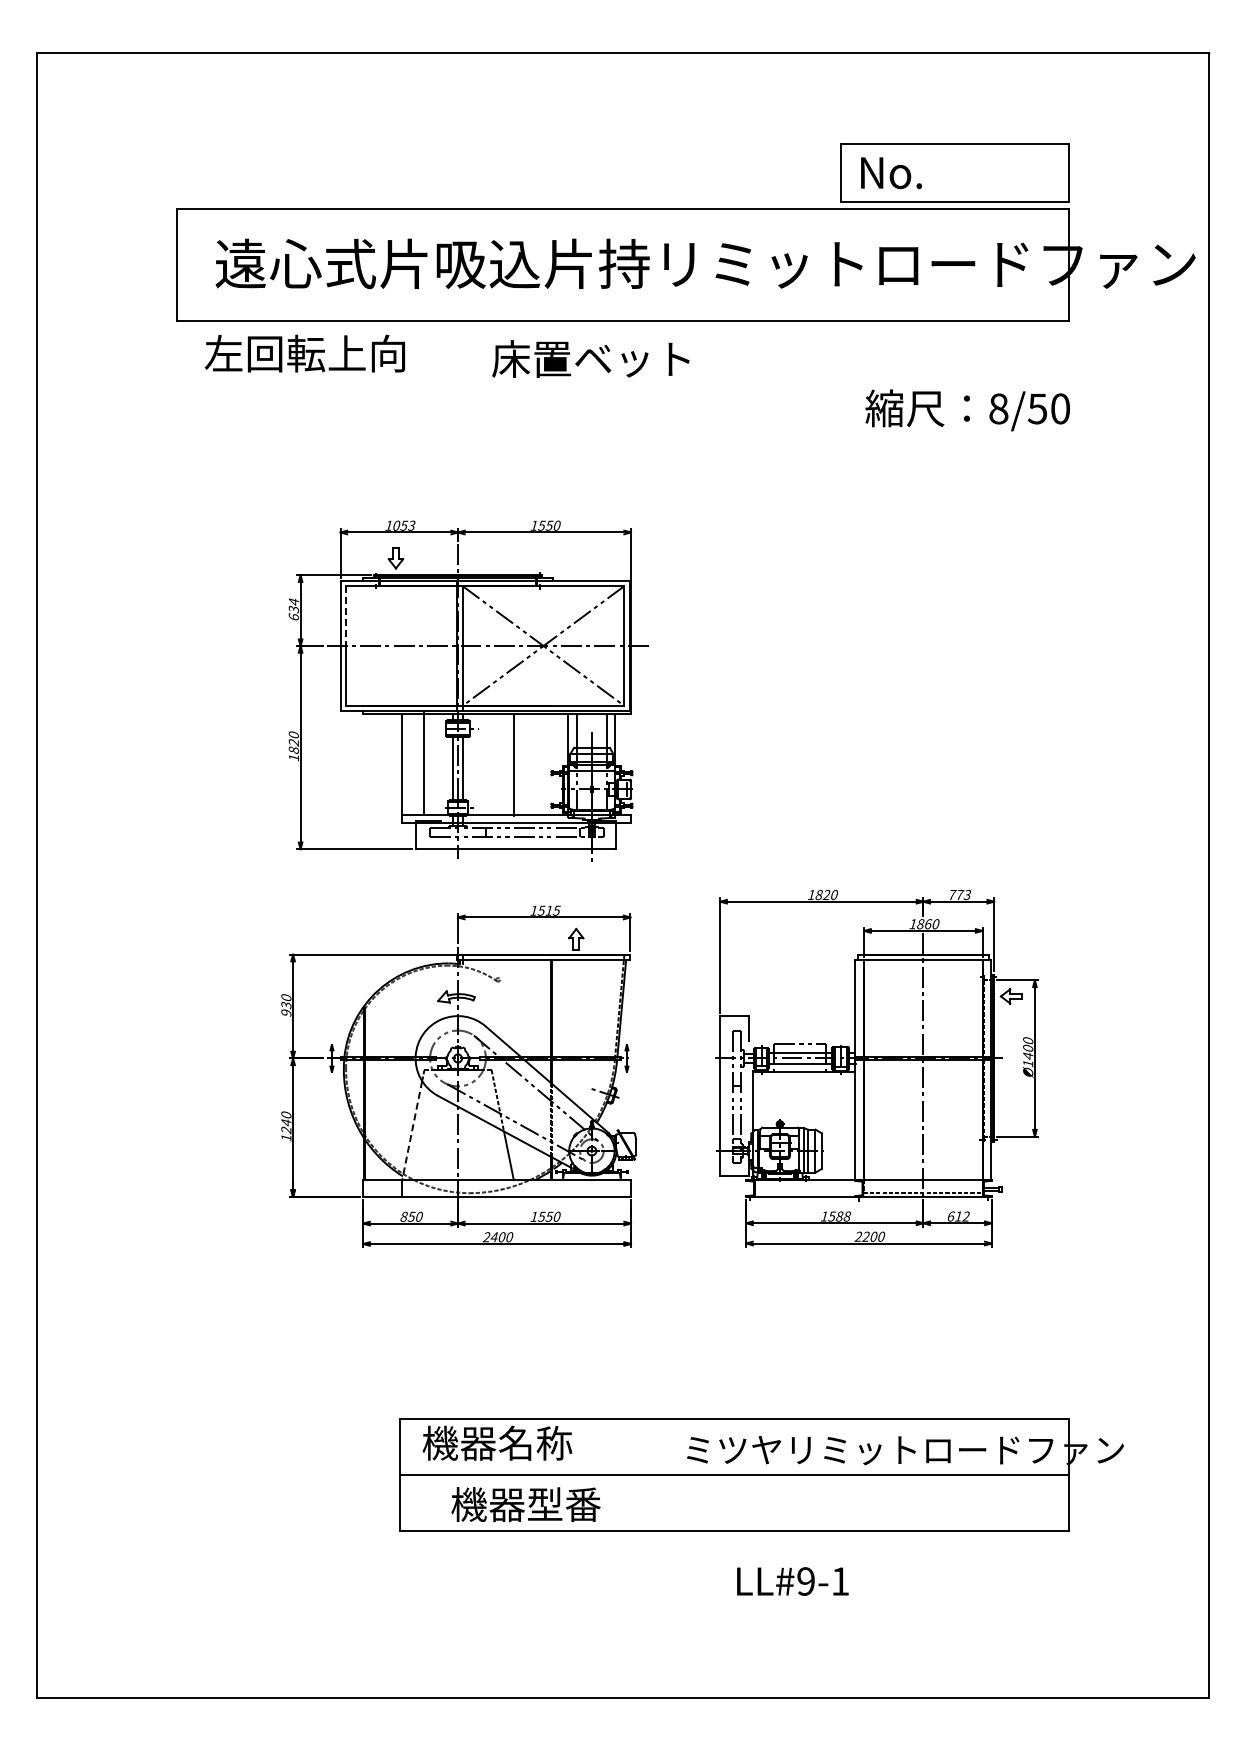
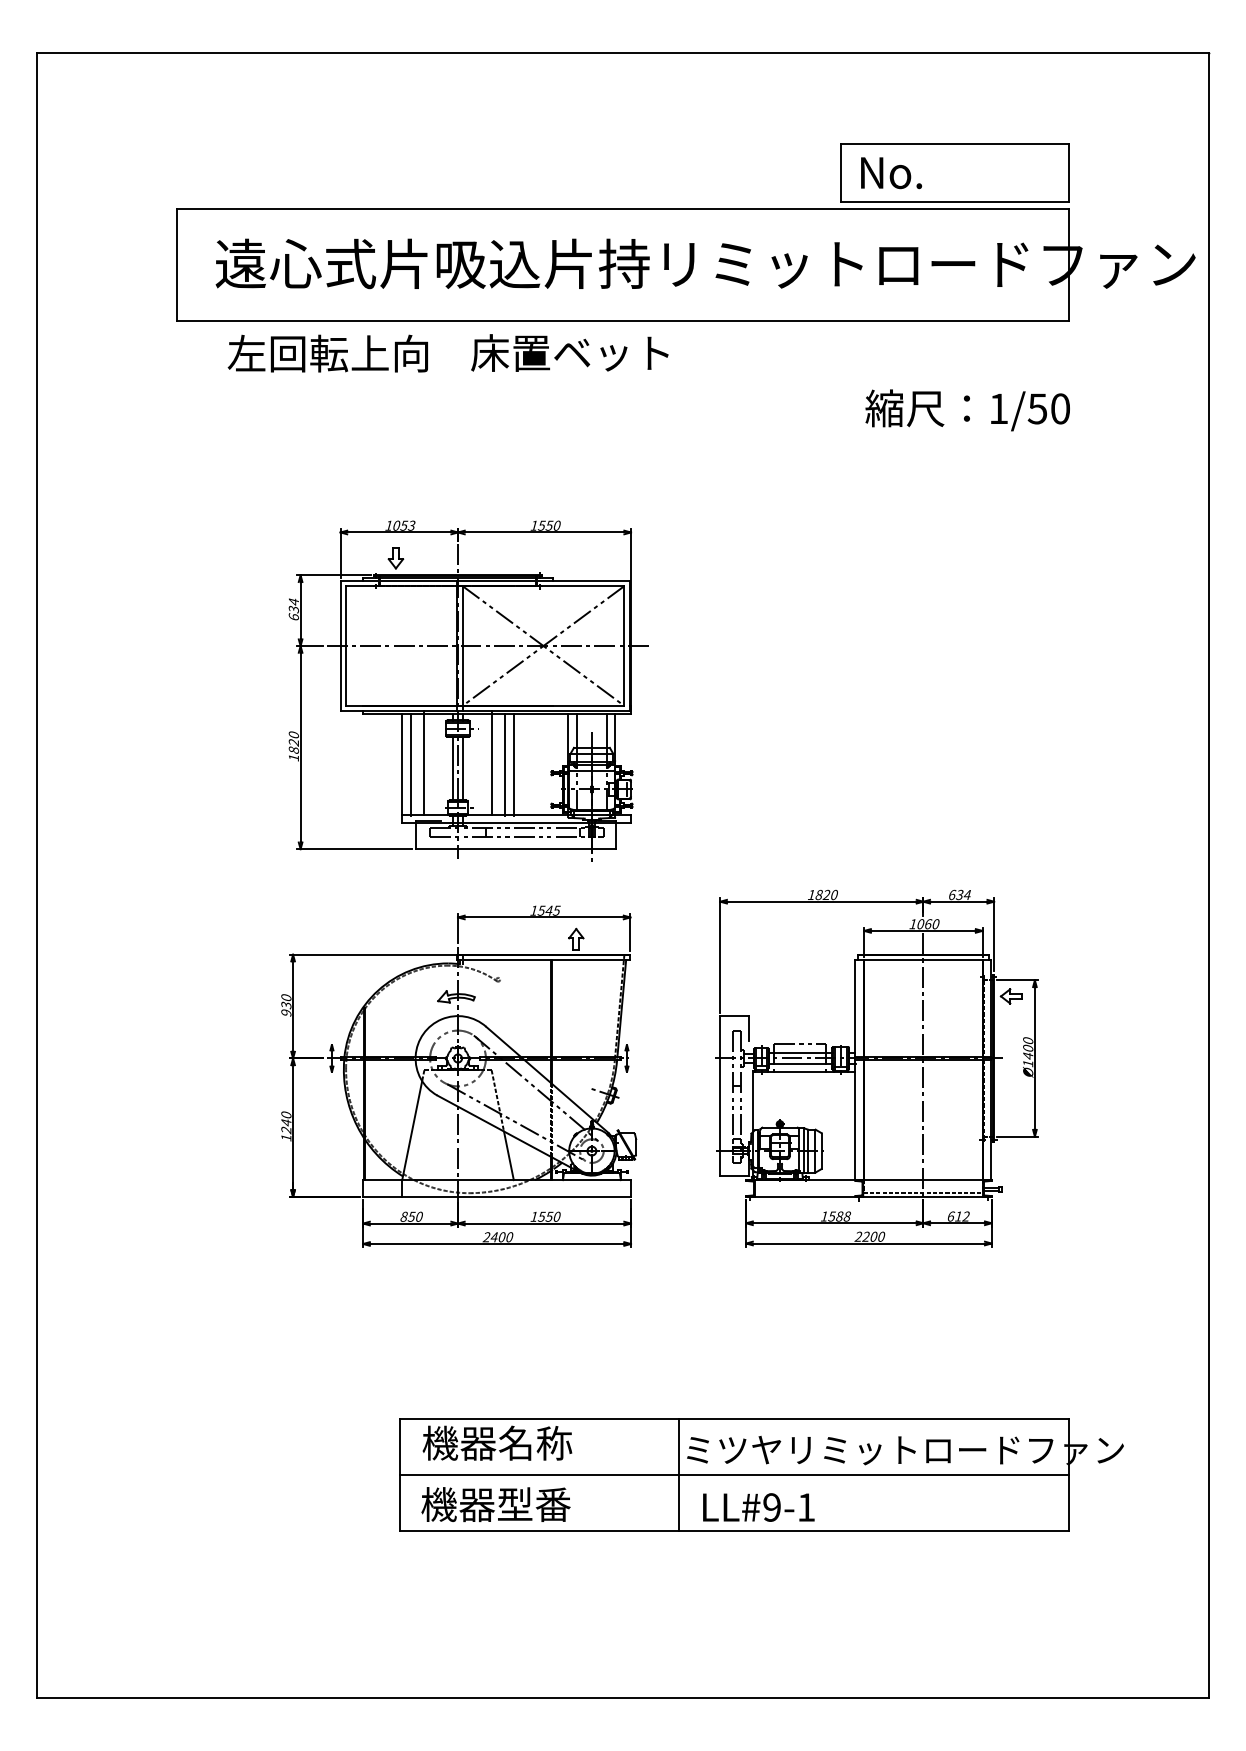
text at (304, 353) position: (304, 353) -> (327, 353)
text at (590, 358) position: (590, 358) -> (569, 352)
text at (998, 408): 8/50 -> 1/50
line at (346, 616): dashed -> solid
line at (491, 763): none -> present
line at (410, 764): none -> present
line at (505, 764): none -> present
text at (960, 894): 773 -> 634
text at (548, 910): 1515 -> 1545
text at (920, 923): 1860 -> 1060
line at (412, 1131): dashed -> solid
line at (678, 1475): none -> present
text at (525, 1504) position: (525, 1504) -> (495, 1504)
text at (792, 1581) position: (792, 1581) -> (758, 1507)
